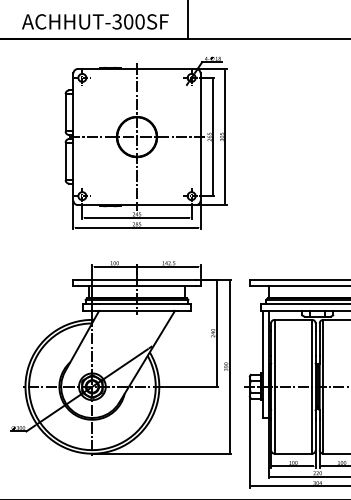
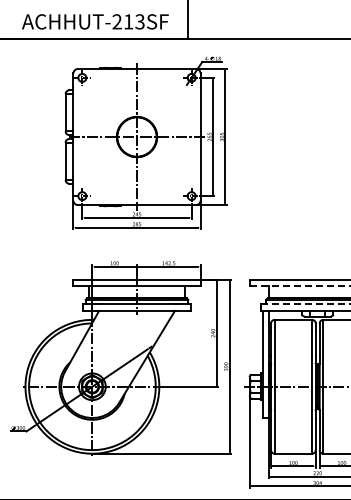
text at (128, 21): ACHHUT-300SF -> ACHHUT-213SF
line at (300, 286): solid -> dashed
line at (305, 304): solid -> dashed
